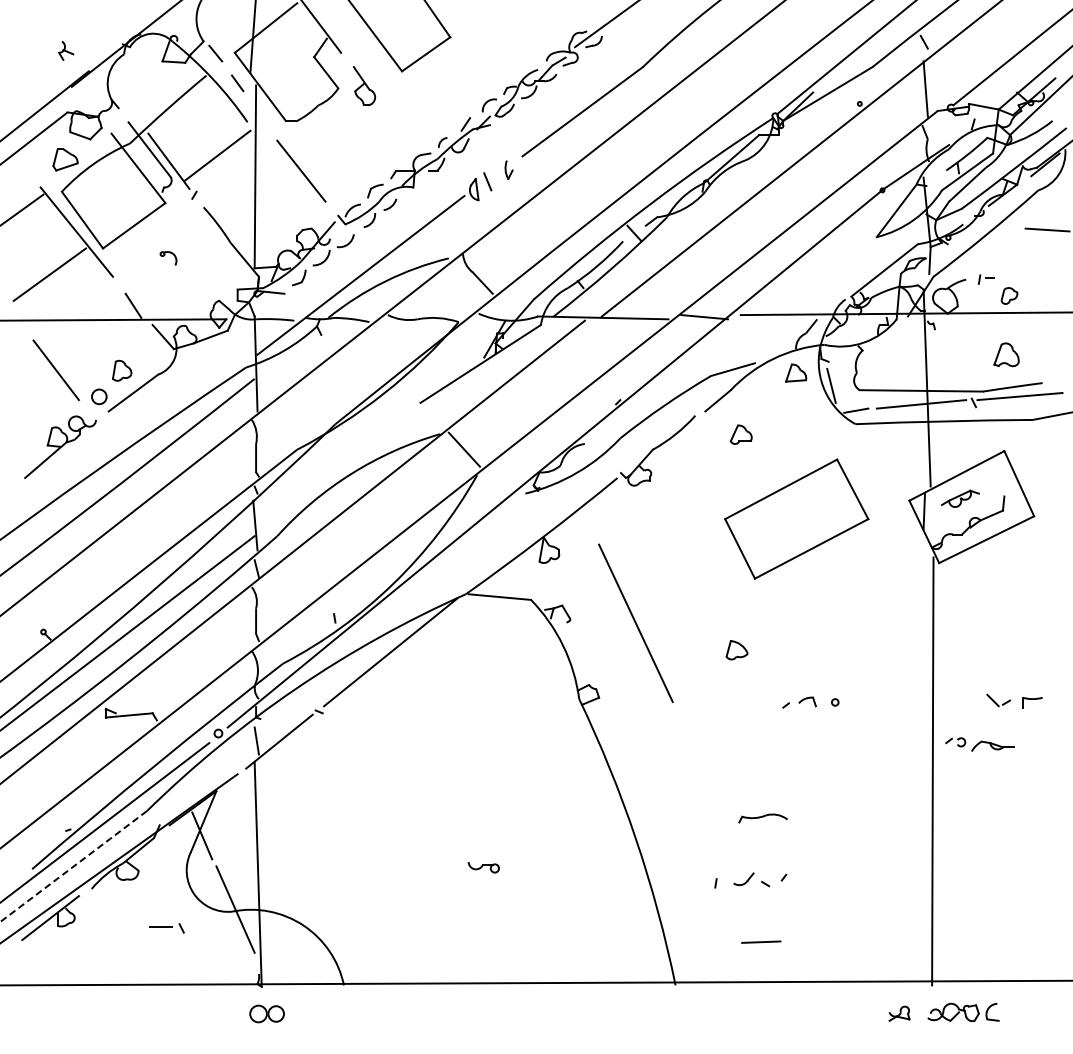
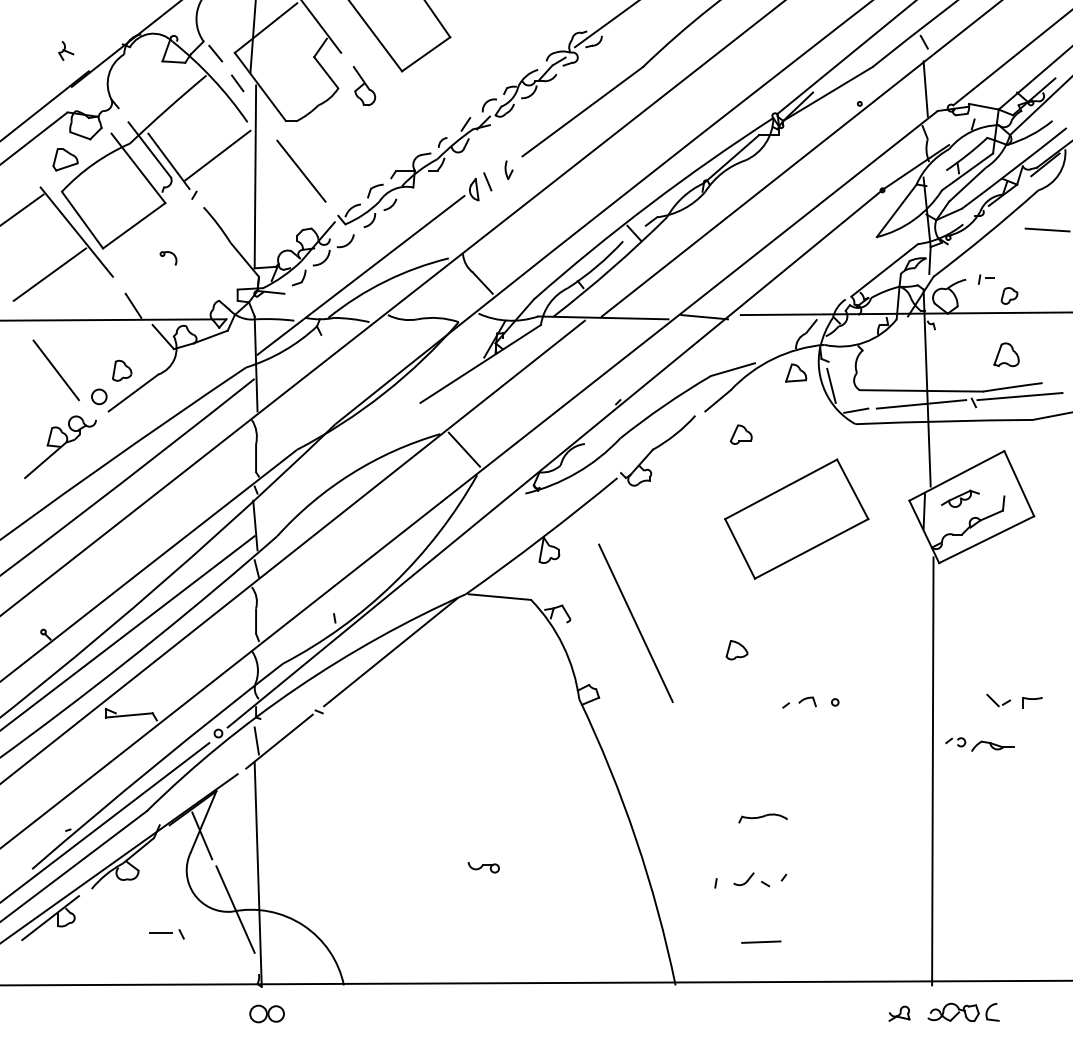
line at (73, 866): dashed -> solid
part at (166, 928) position: (166, 928) -> (166, 934)
